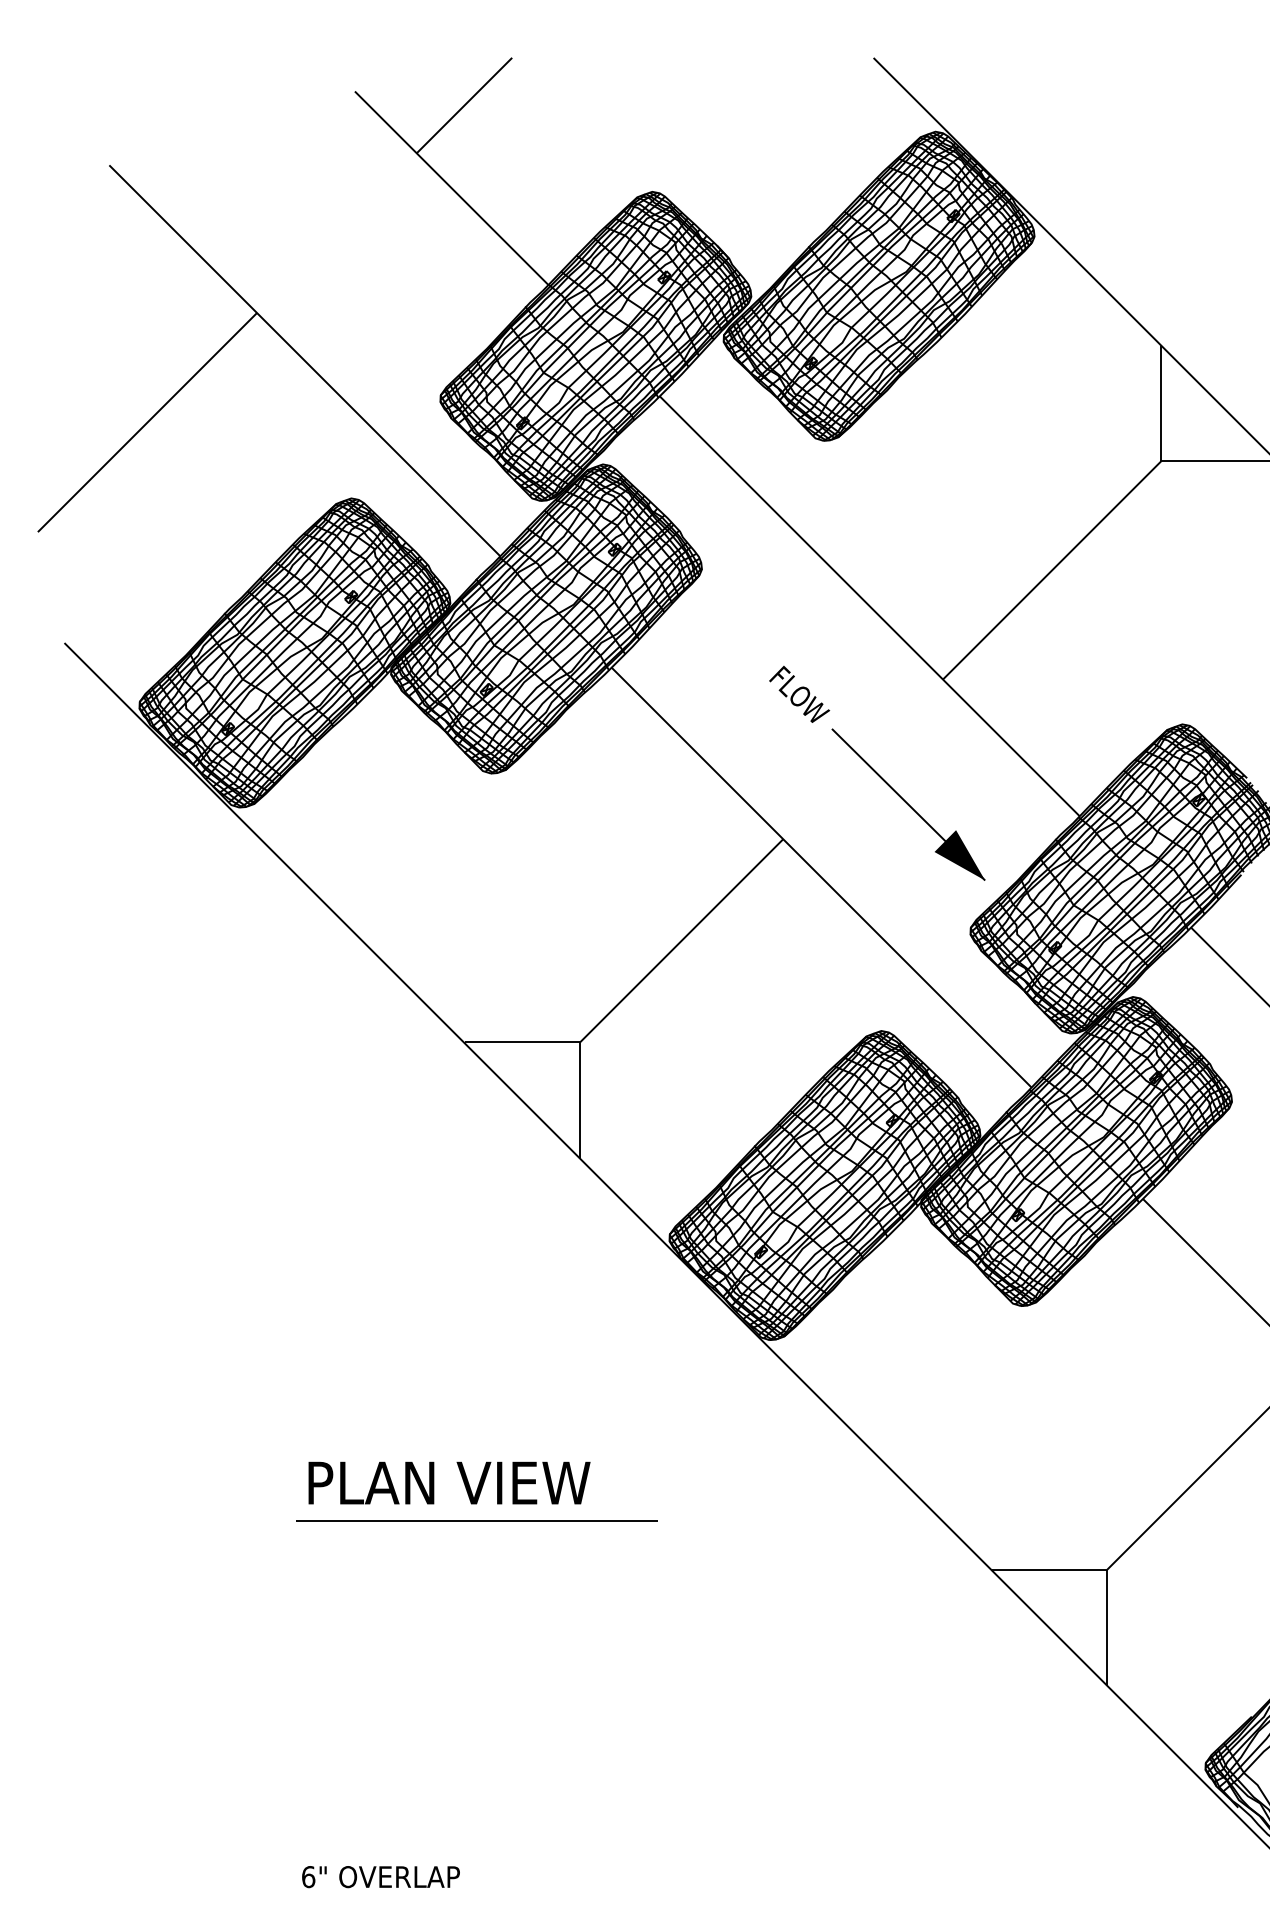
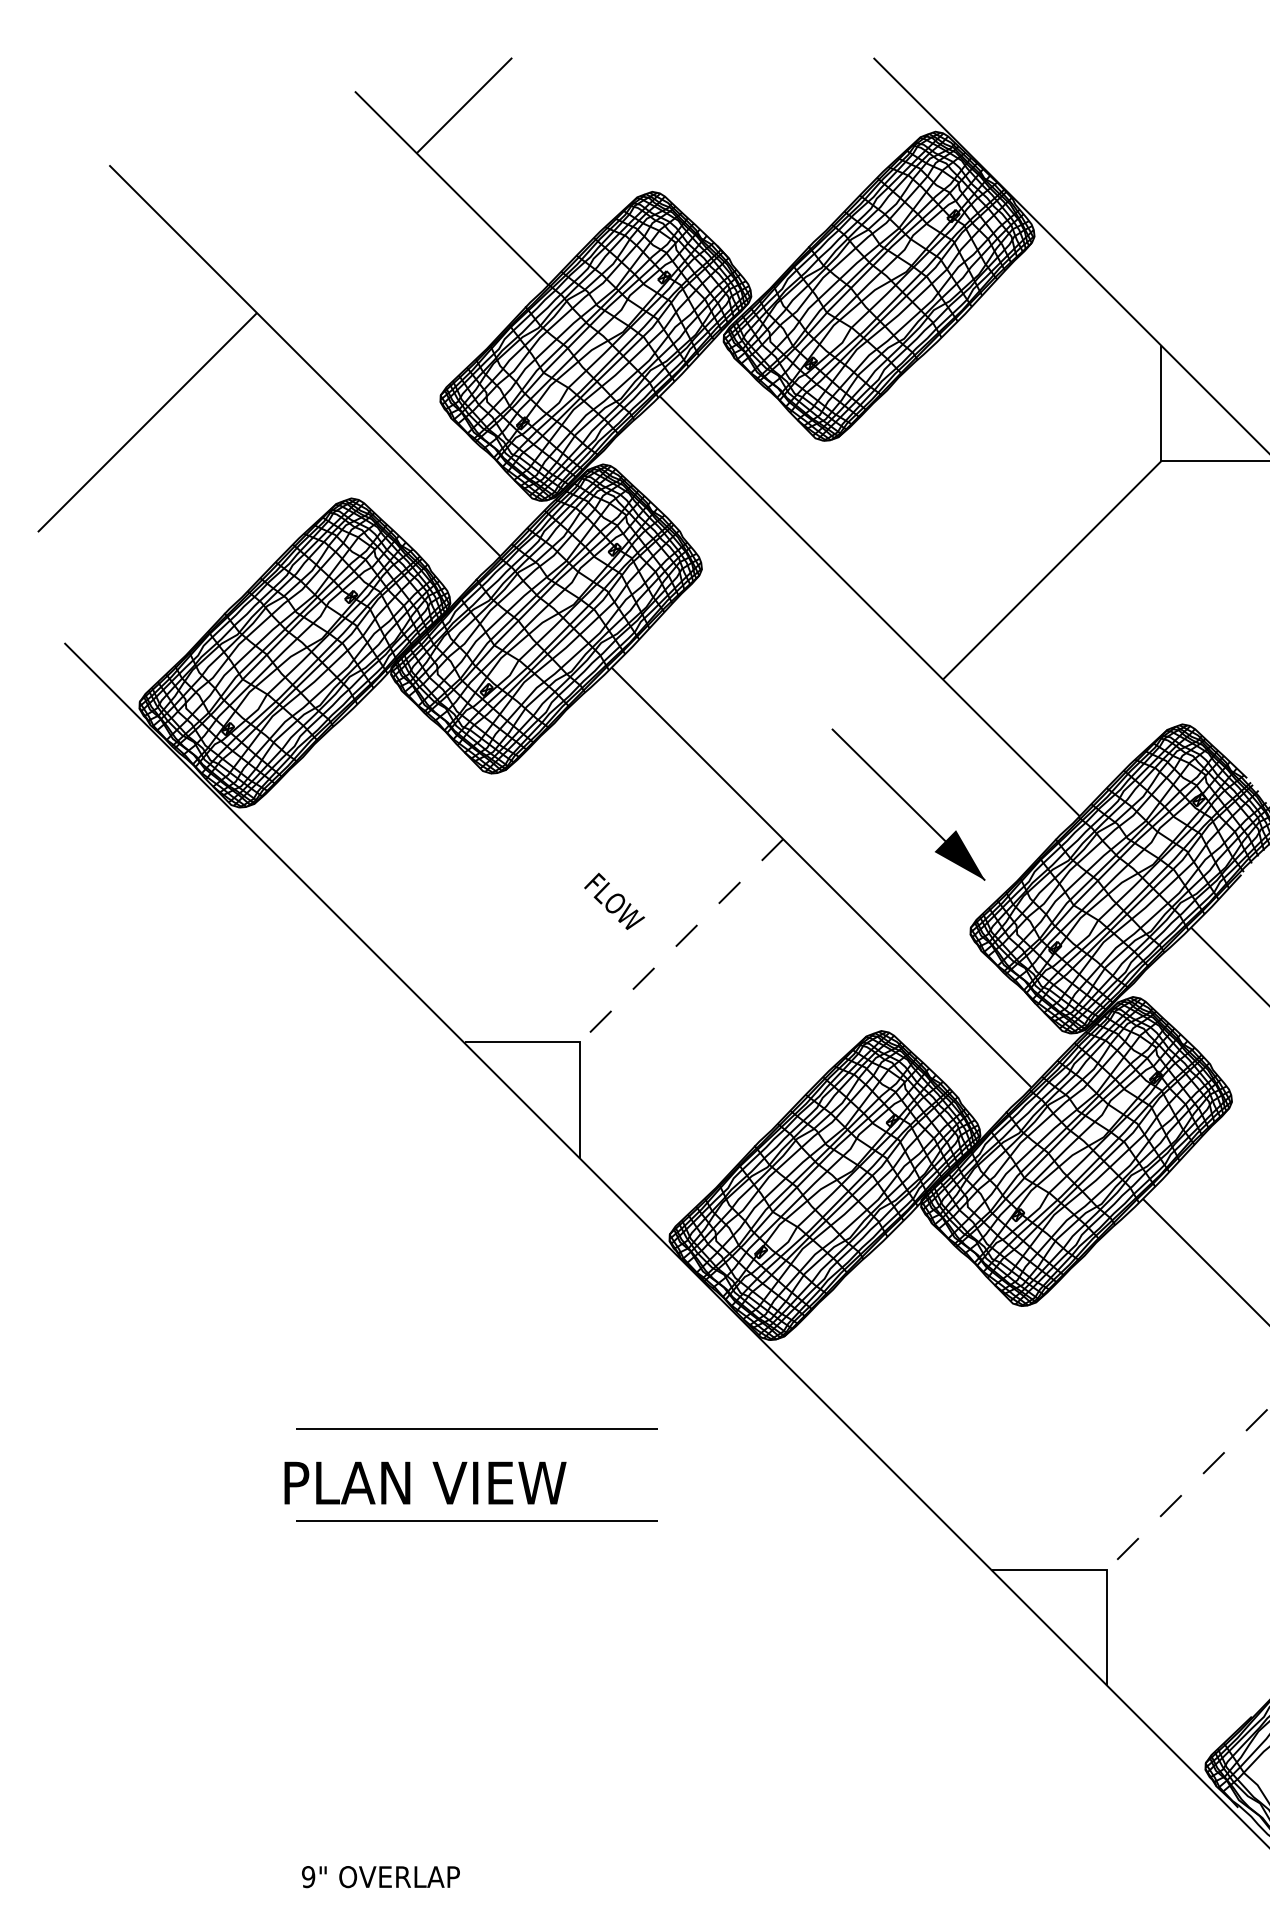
text at (799, 693) position: (799, 693) -> (614, 900)
line at (681, 940): solid -> dashed
line at (476, 1428): none -> present
text at (449, 1482) position: (449, 1482) -> (425, 1482)
line at (1188, 1488): solid -> dashed
text at (308, 1877): 6" -> 9"
